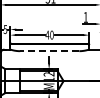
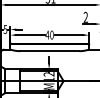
text at (85, 16): 1 -> 2
line at (49, 51): dashed -> solid
